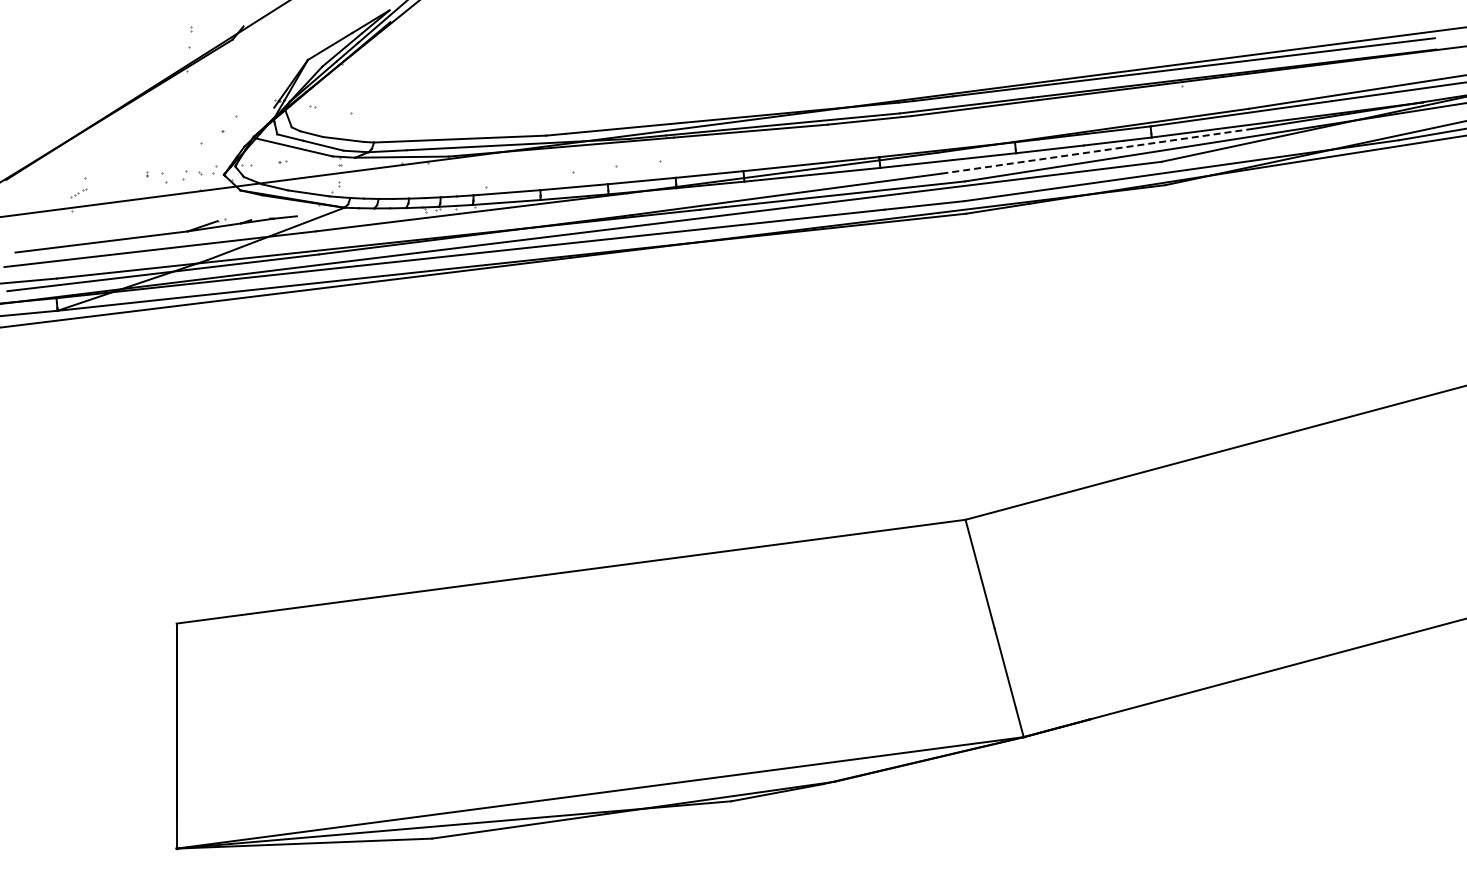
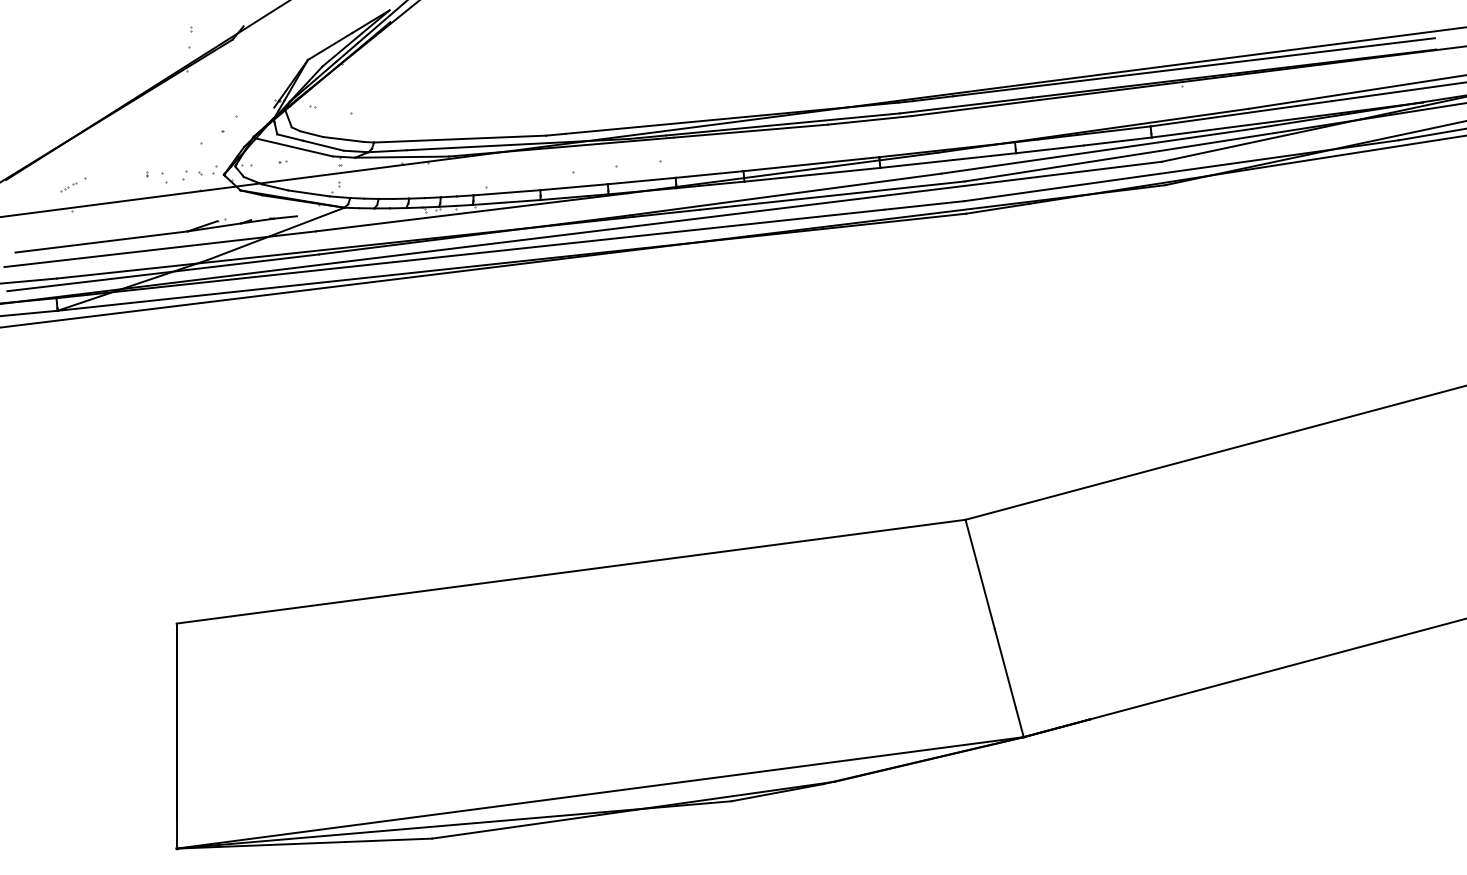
line at (1096, 151): dashed -> solid
part at (78, 193) position: (78, 193) -> (68, 187)
